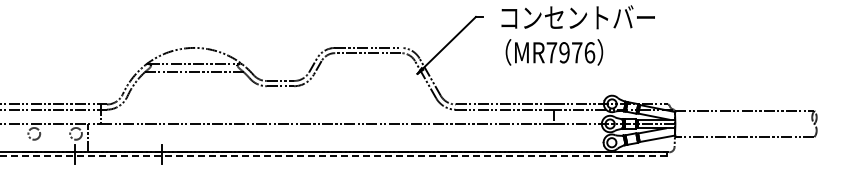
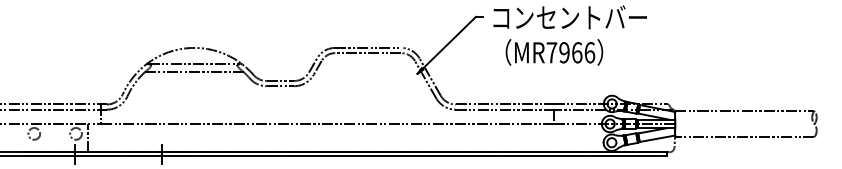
text at (577, 17) position: (577, 17) -> (569, 17)
text at (577, 52): MR7976 -> MR7966
line at (333, 156): dashed -> solid
